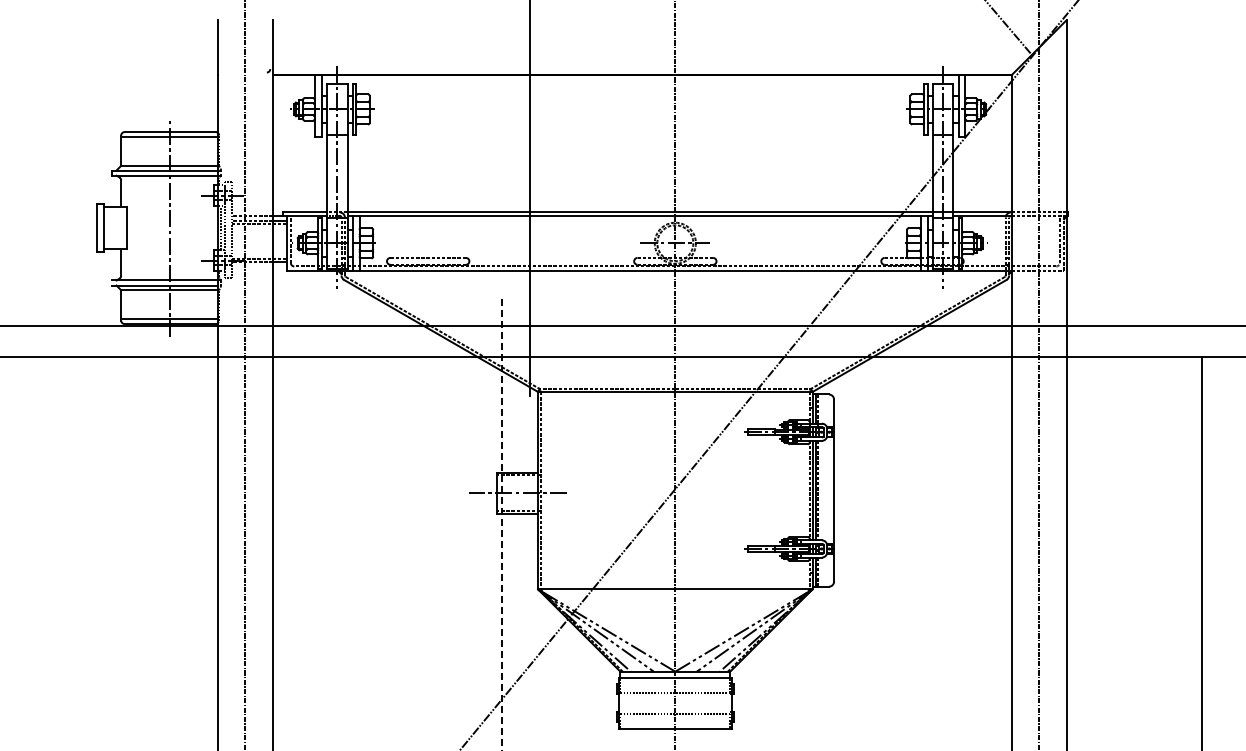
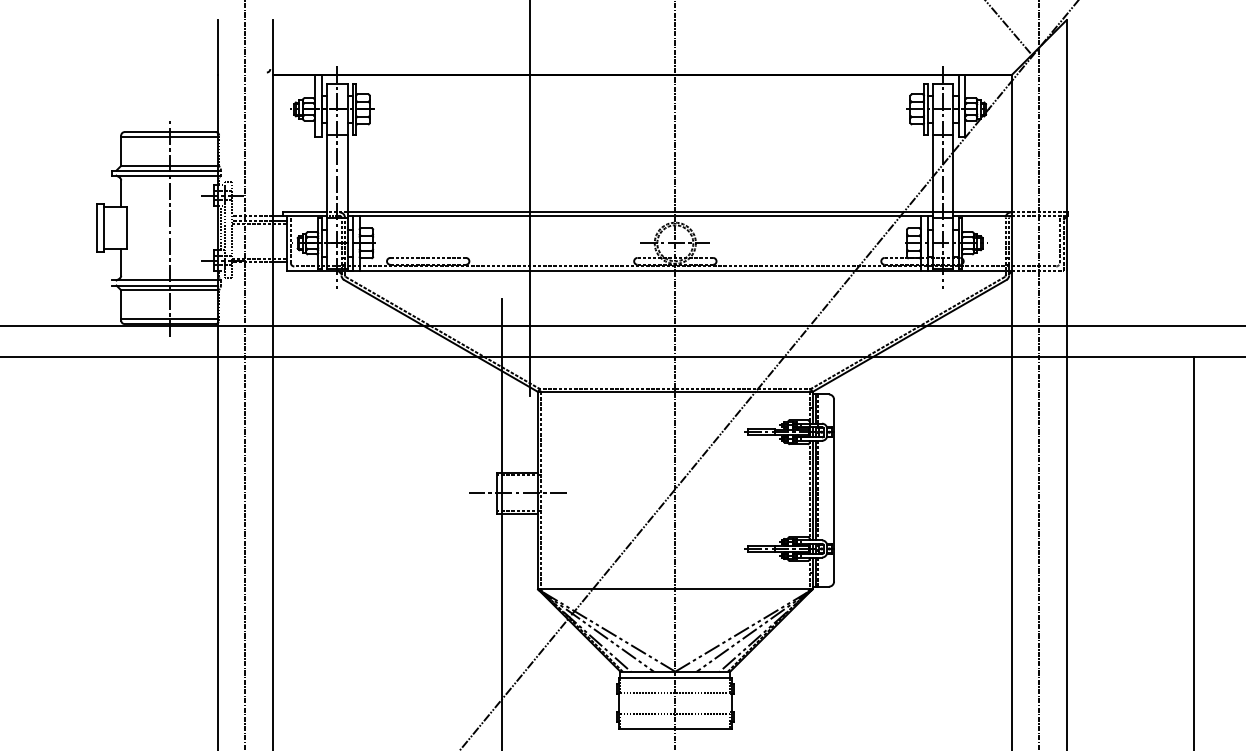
line at (502, 524): dashed -> solid
line at (1202, 552) position: (1202, 552) -> (1194, 552)
